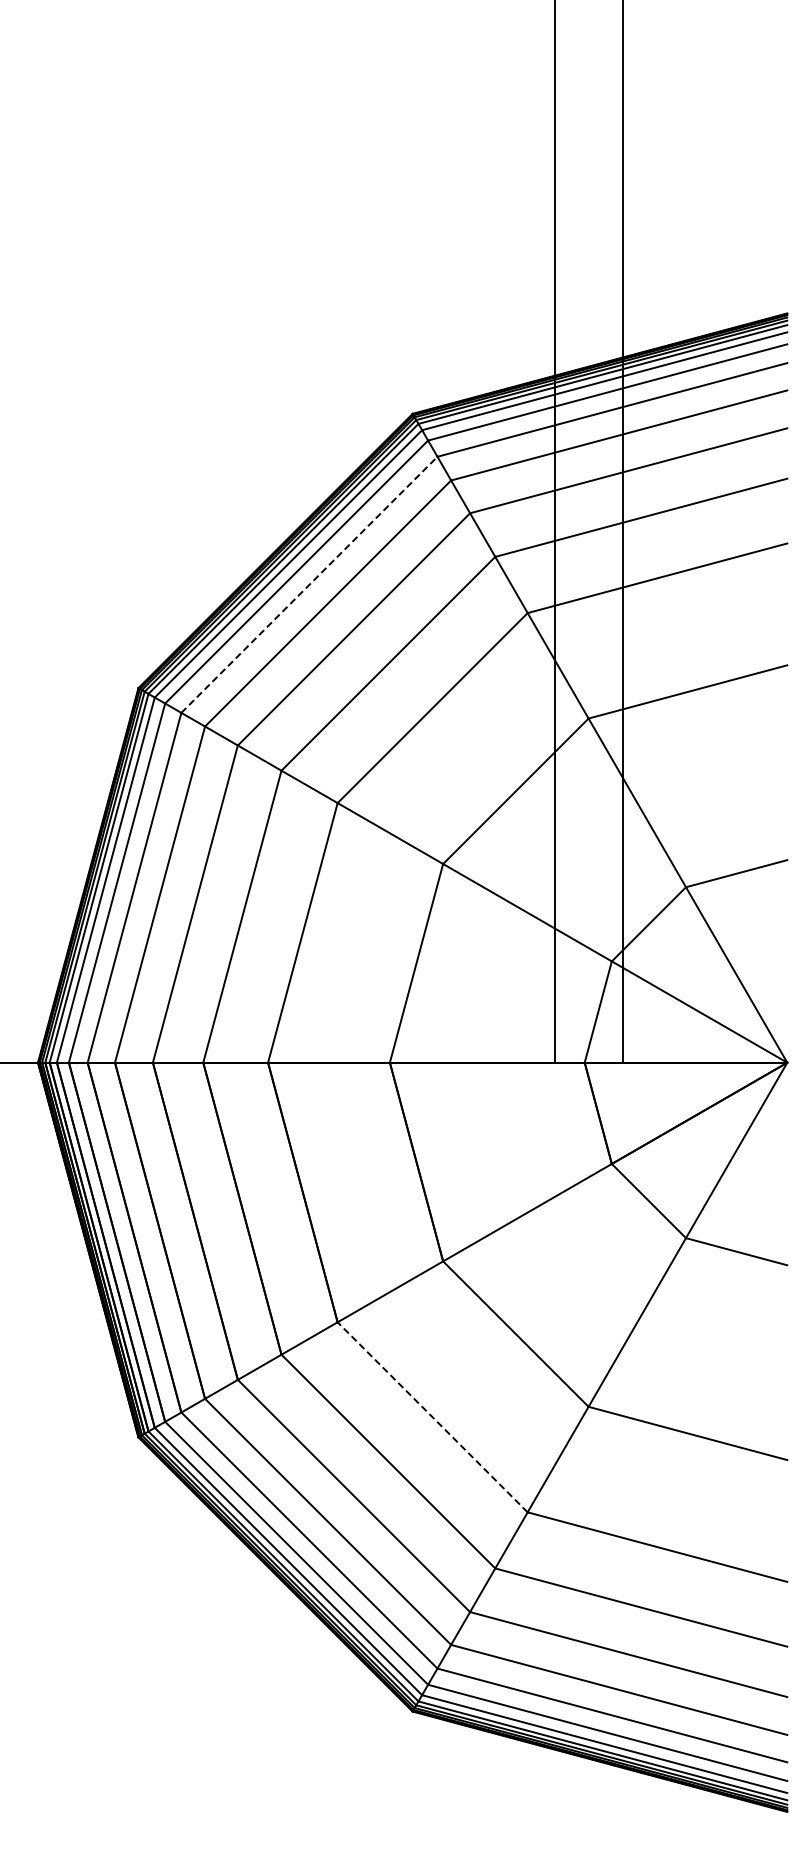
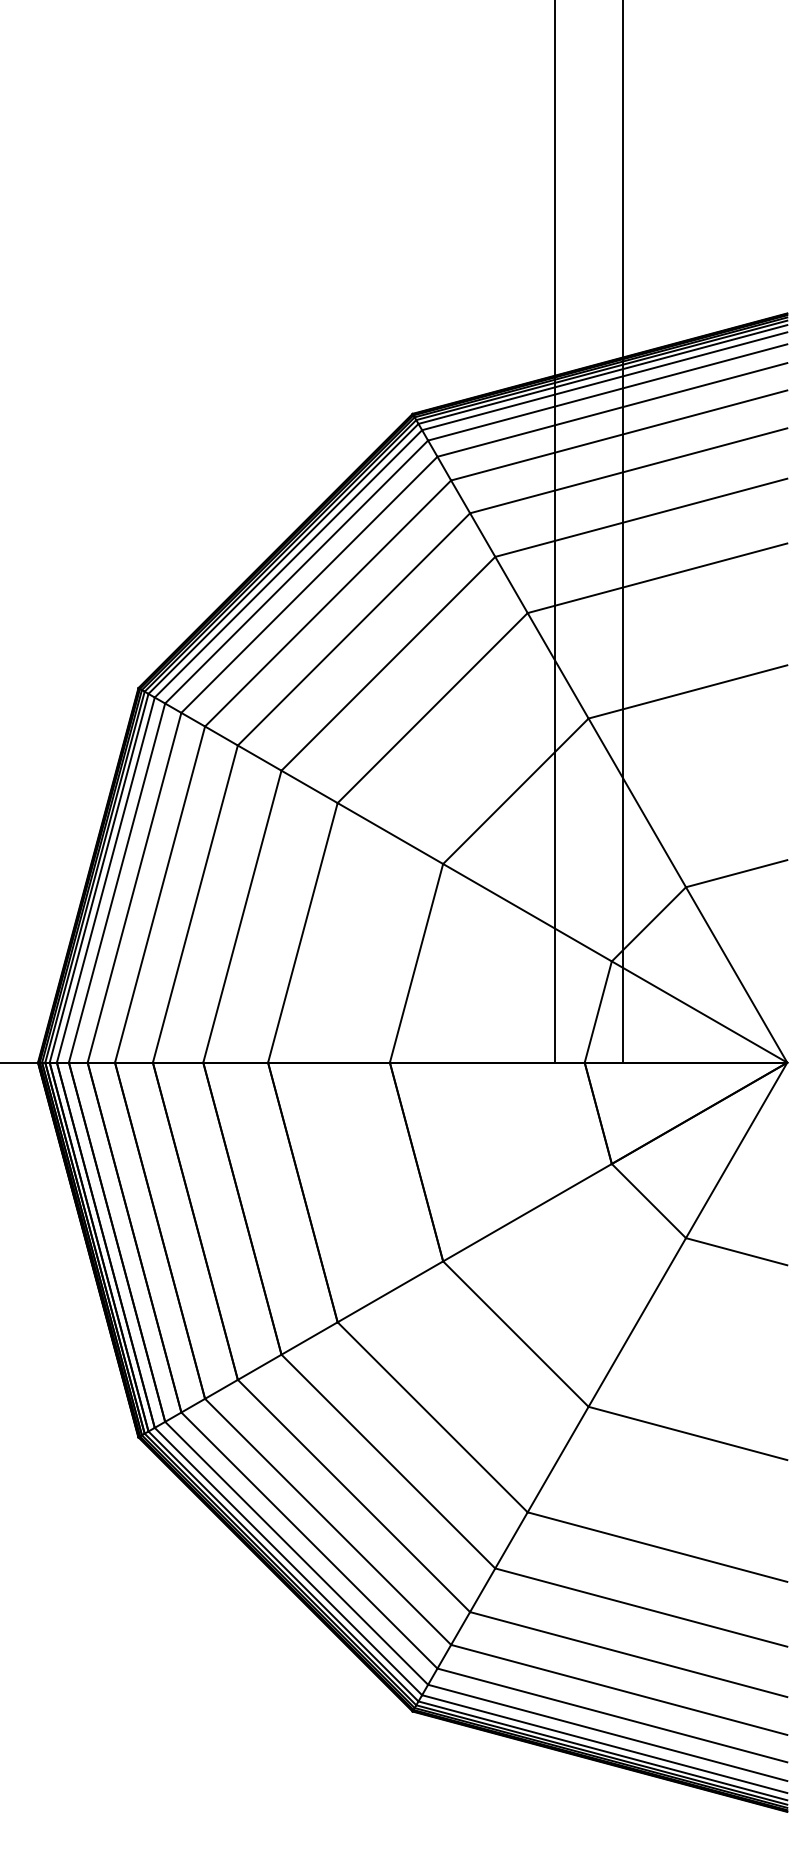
line at (309, 584): dashed -> solid
line at (432, 1416): dashed -> solid
